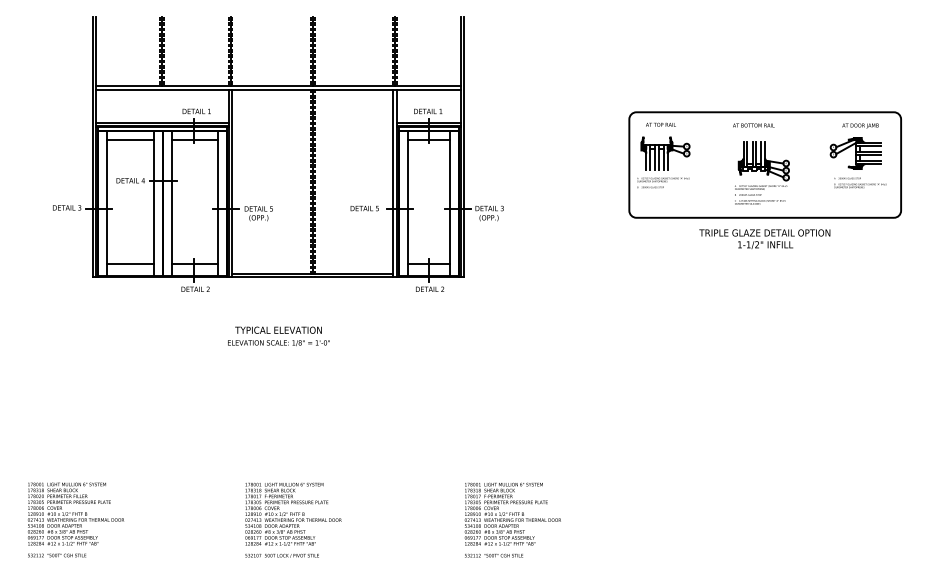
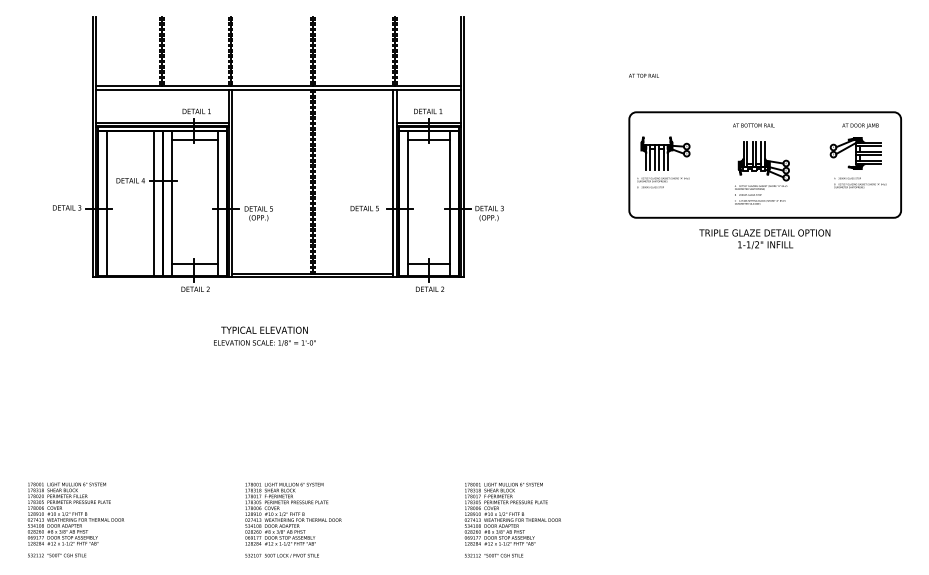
text at (660, 124) position: (660, 124) -> (643, 75)
line at (130, 139): present -> none
line at (130, 264): present -> none
text at (278, 336) position: (278, 336) -> (264, 336)
